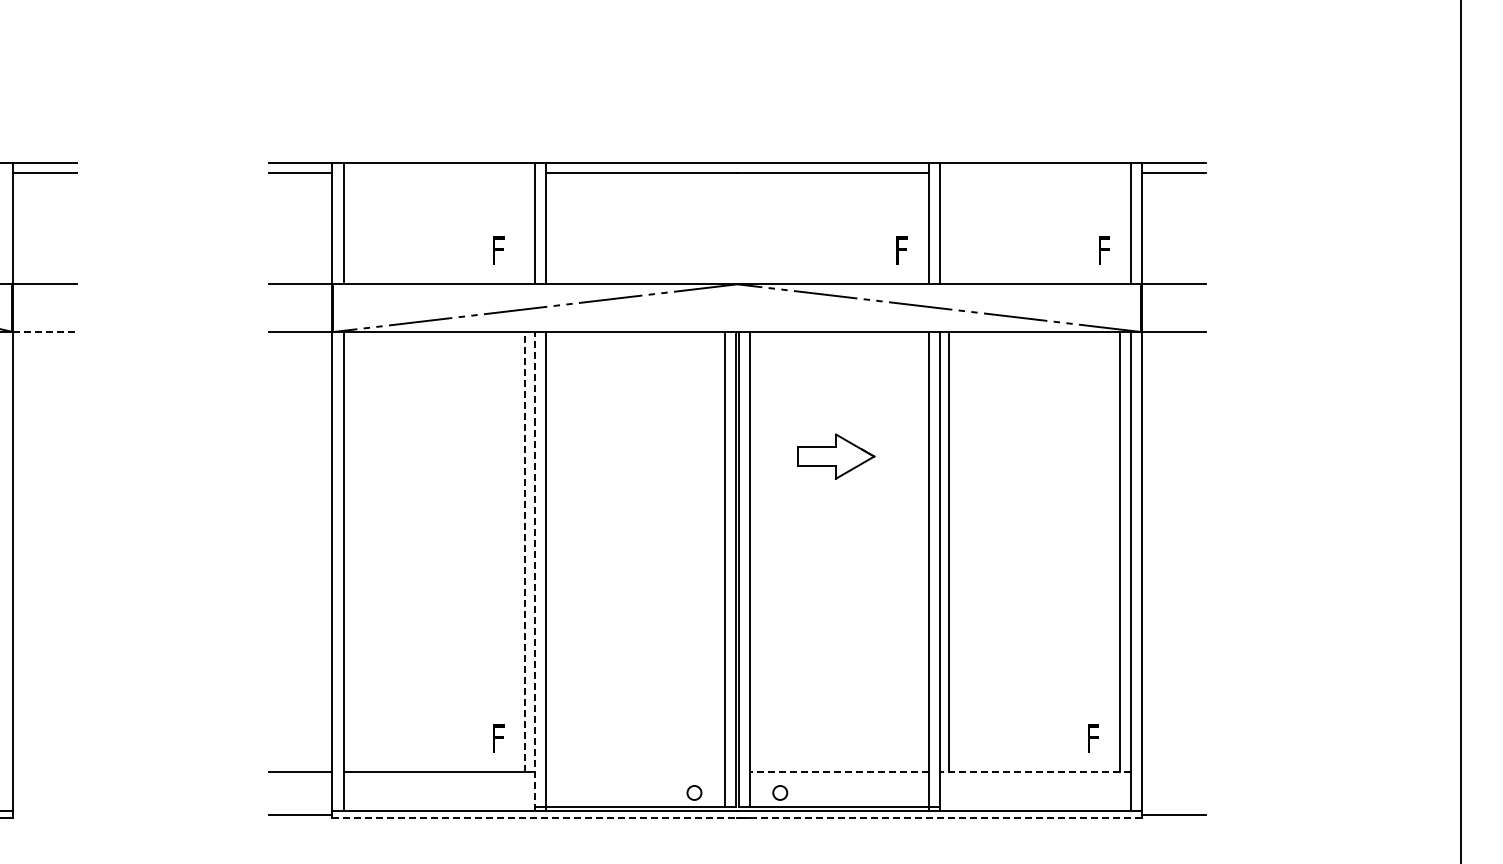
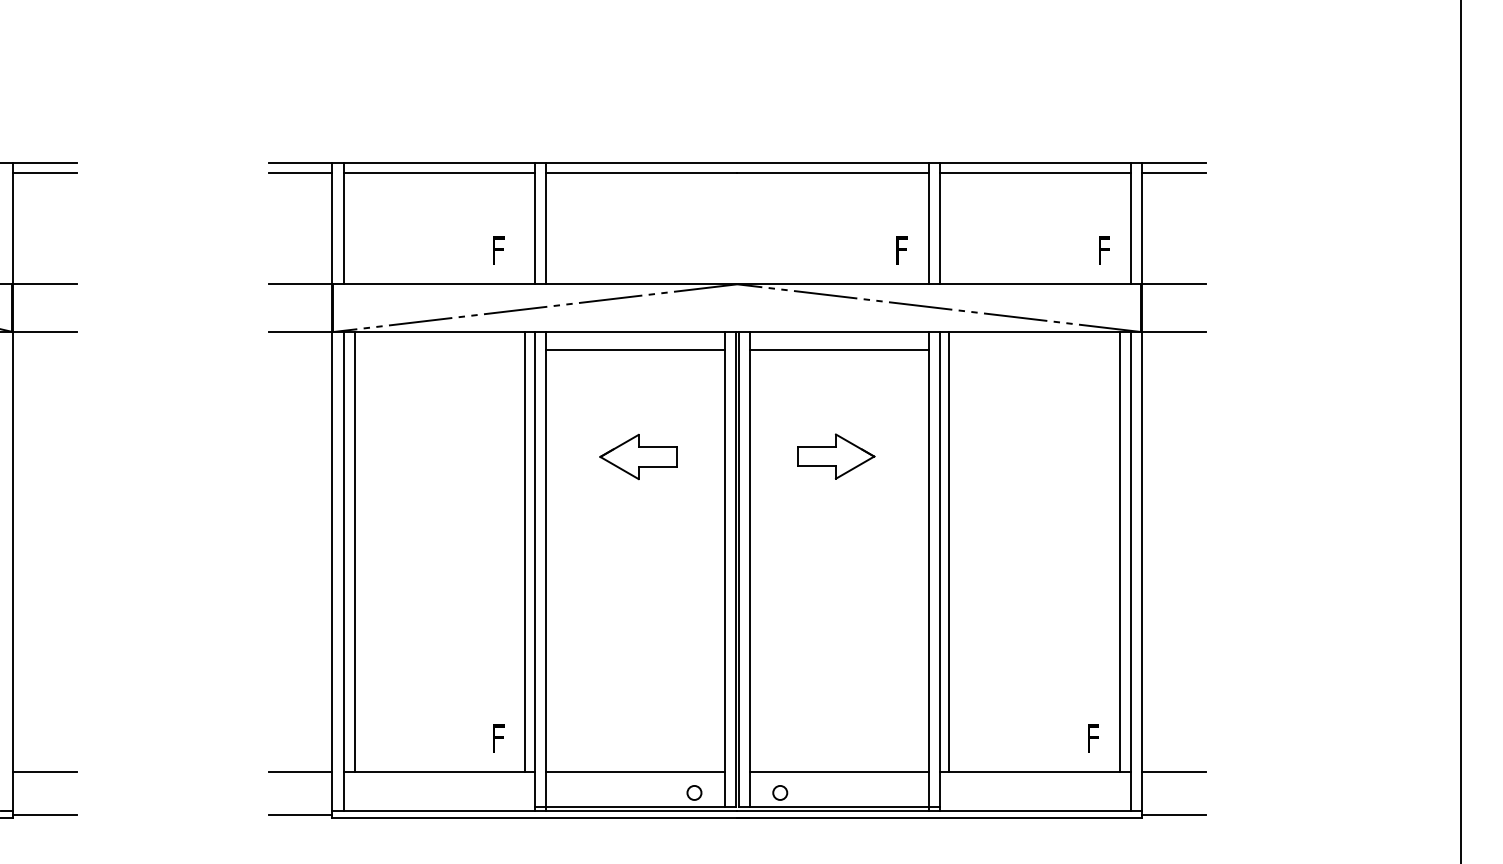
line at (438, 172): none -> present
line at (1035, 172): none -> present
line at (45, 332): dashed -> solid
line at (635, 349): none -> present
line at (838, 349): none -> present
part at (638, 456): none -> present
line at (525, 551): dashed -> solid
line at (354, 552): none -> present
line at (534, 570): dashed -> solid
line at (45, 772): none -> present
line at (635, 772): none -> present
line at (838, 772): dashed -> solid
line at (1035, 772): dashed -> solid
line at (1174, 772): none -> present
line at (45, 815): none -> present
line at (737, 818): dashed -> solid
